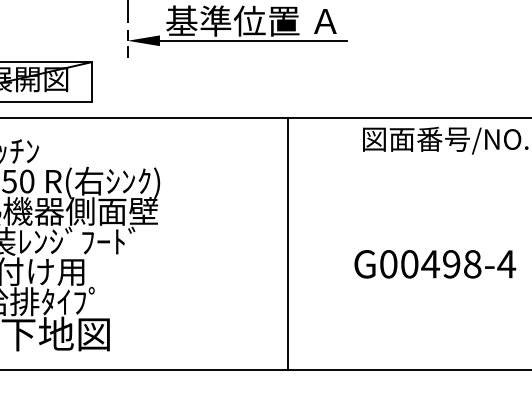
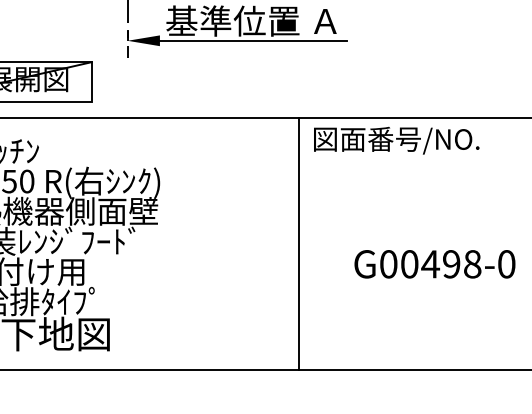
text at (445, 140) position: (445, 140) -> (396, 140)
line at (288, 243) position: (288, 243) -> (299, 243)
text at (506, 264): G00498-4 -> G00498-0
